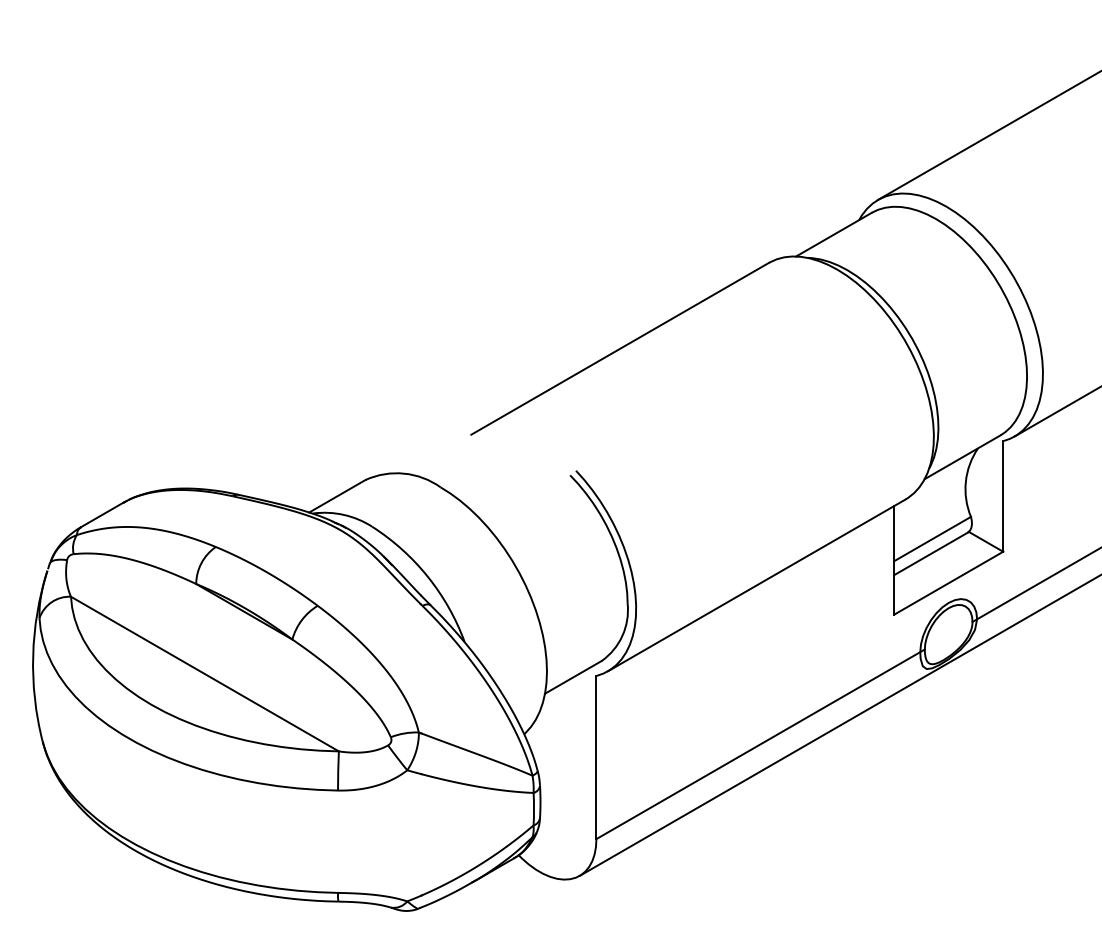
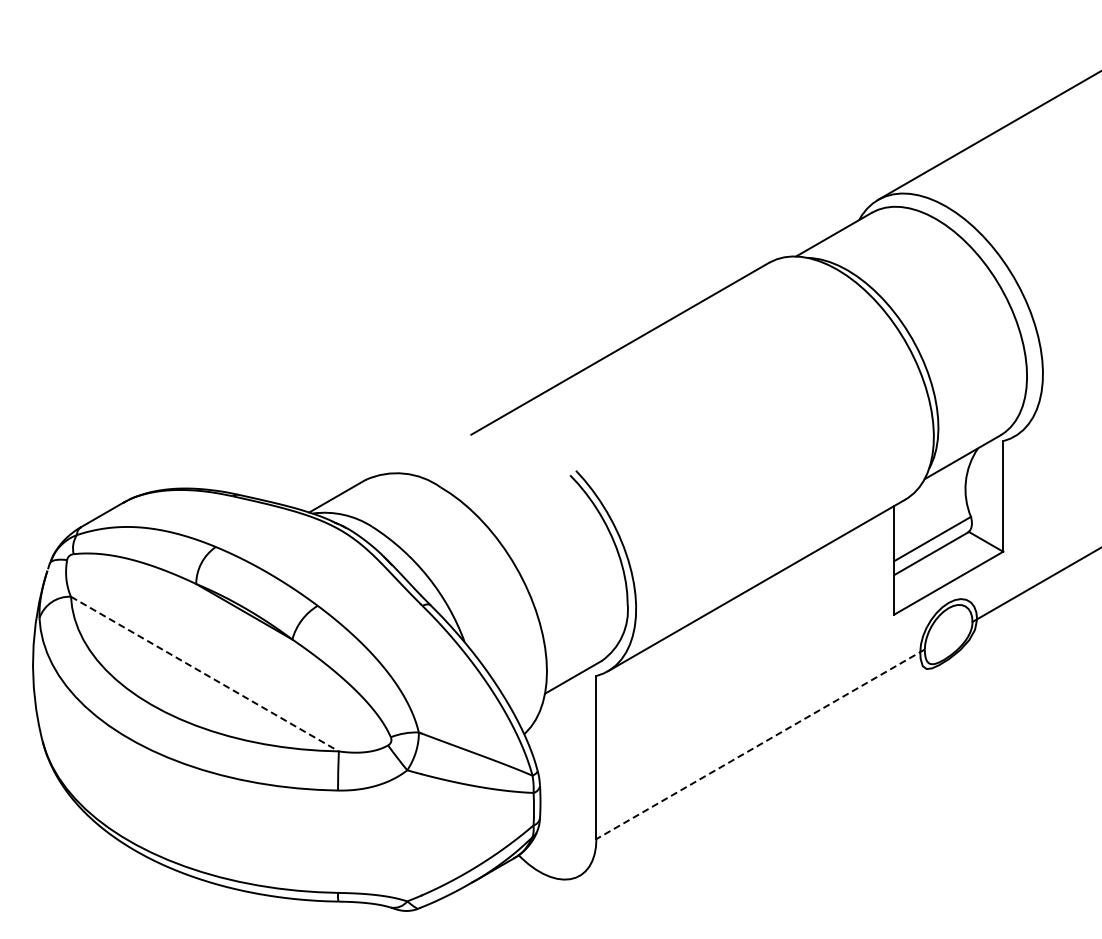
line at (1056, 411): present -> none
line at (204, 674): solid -> dashed
line at (838, 725): present -> none
line at (760, 744): solid -> dashed
